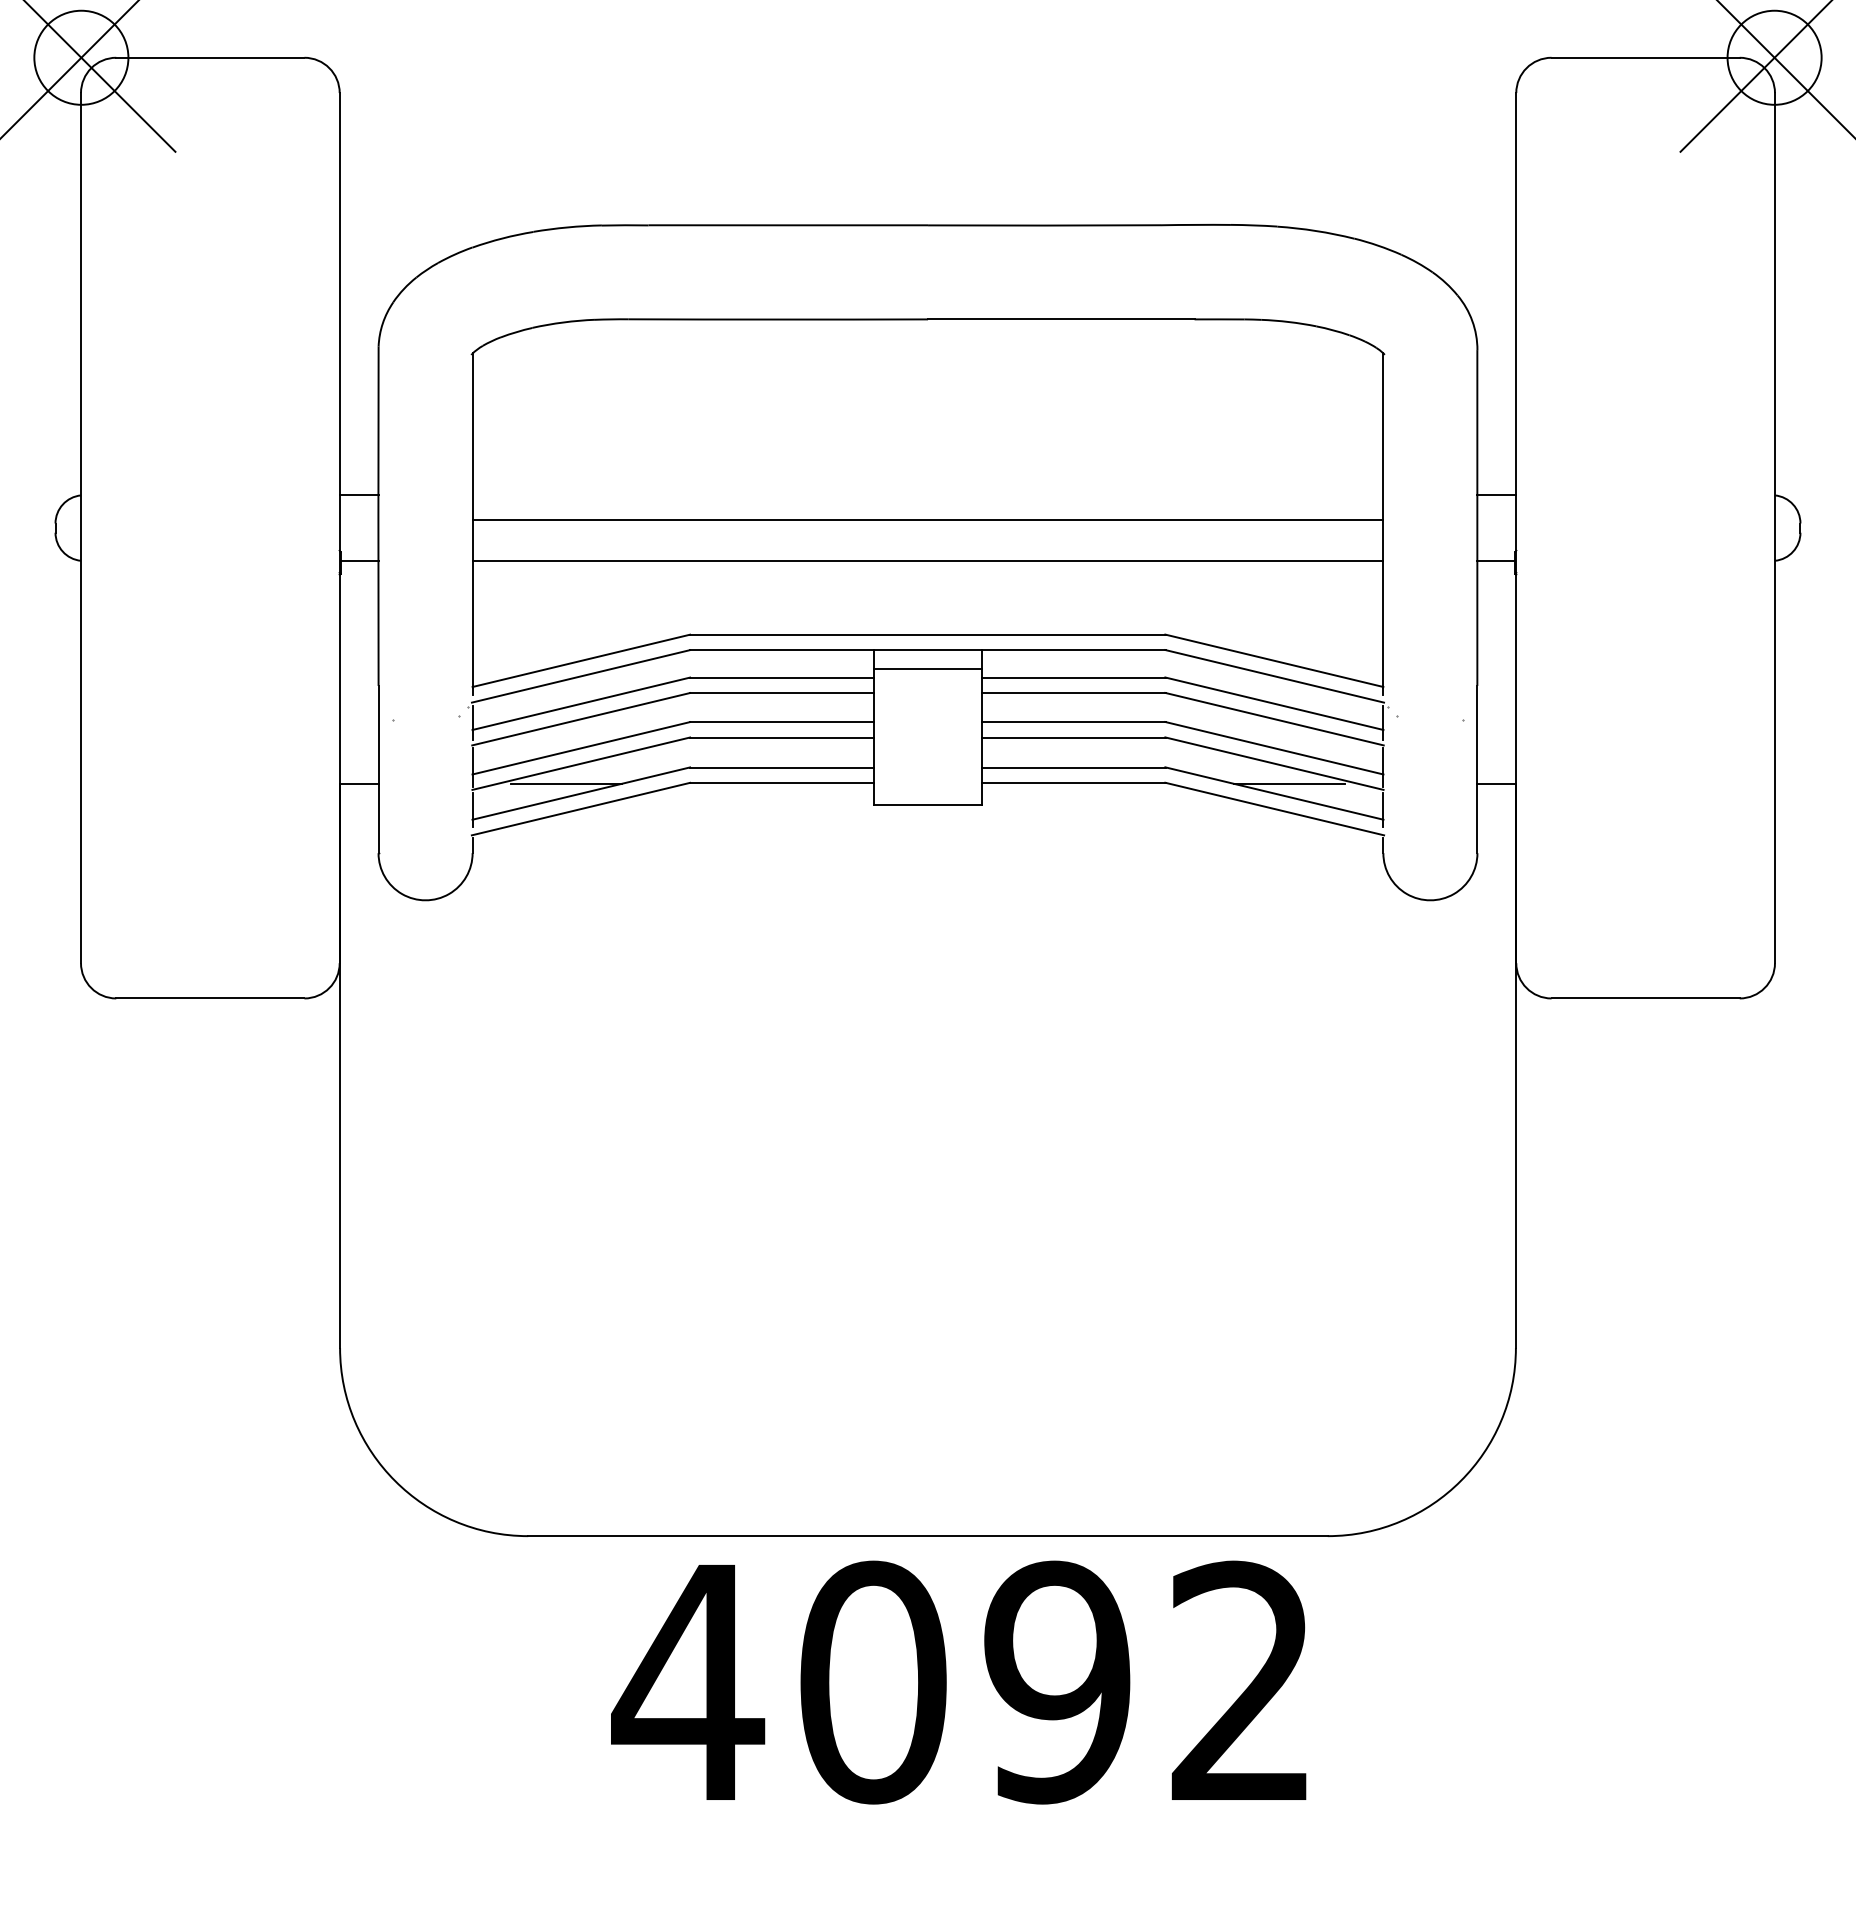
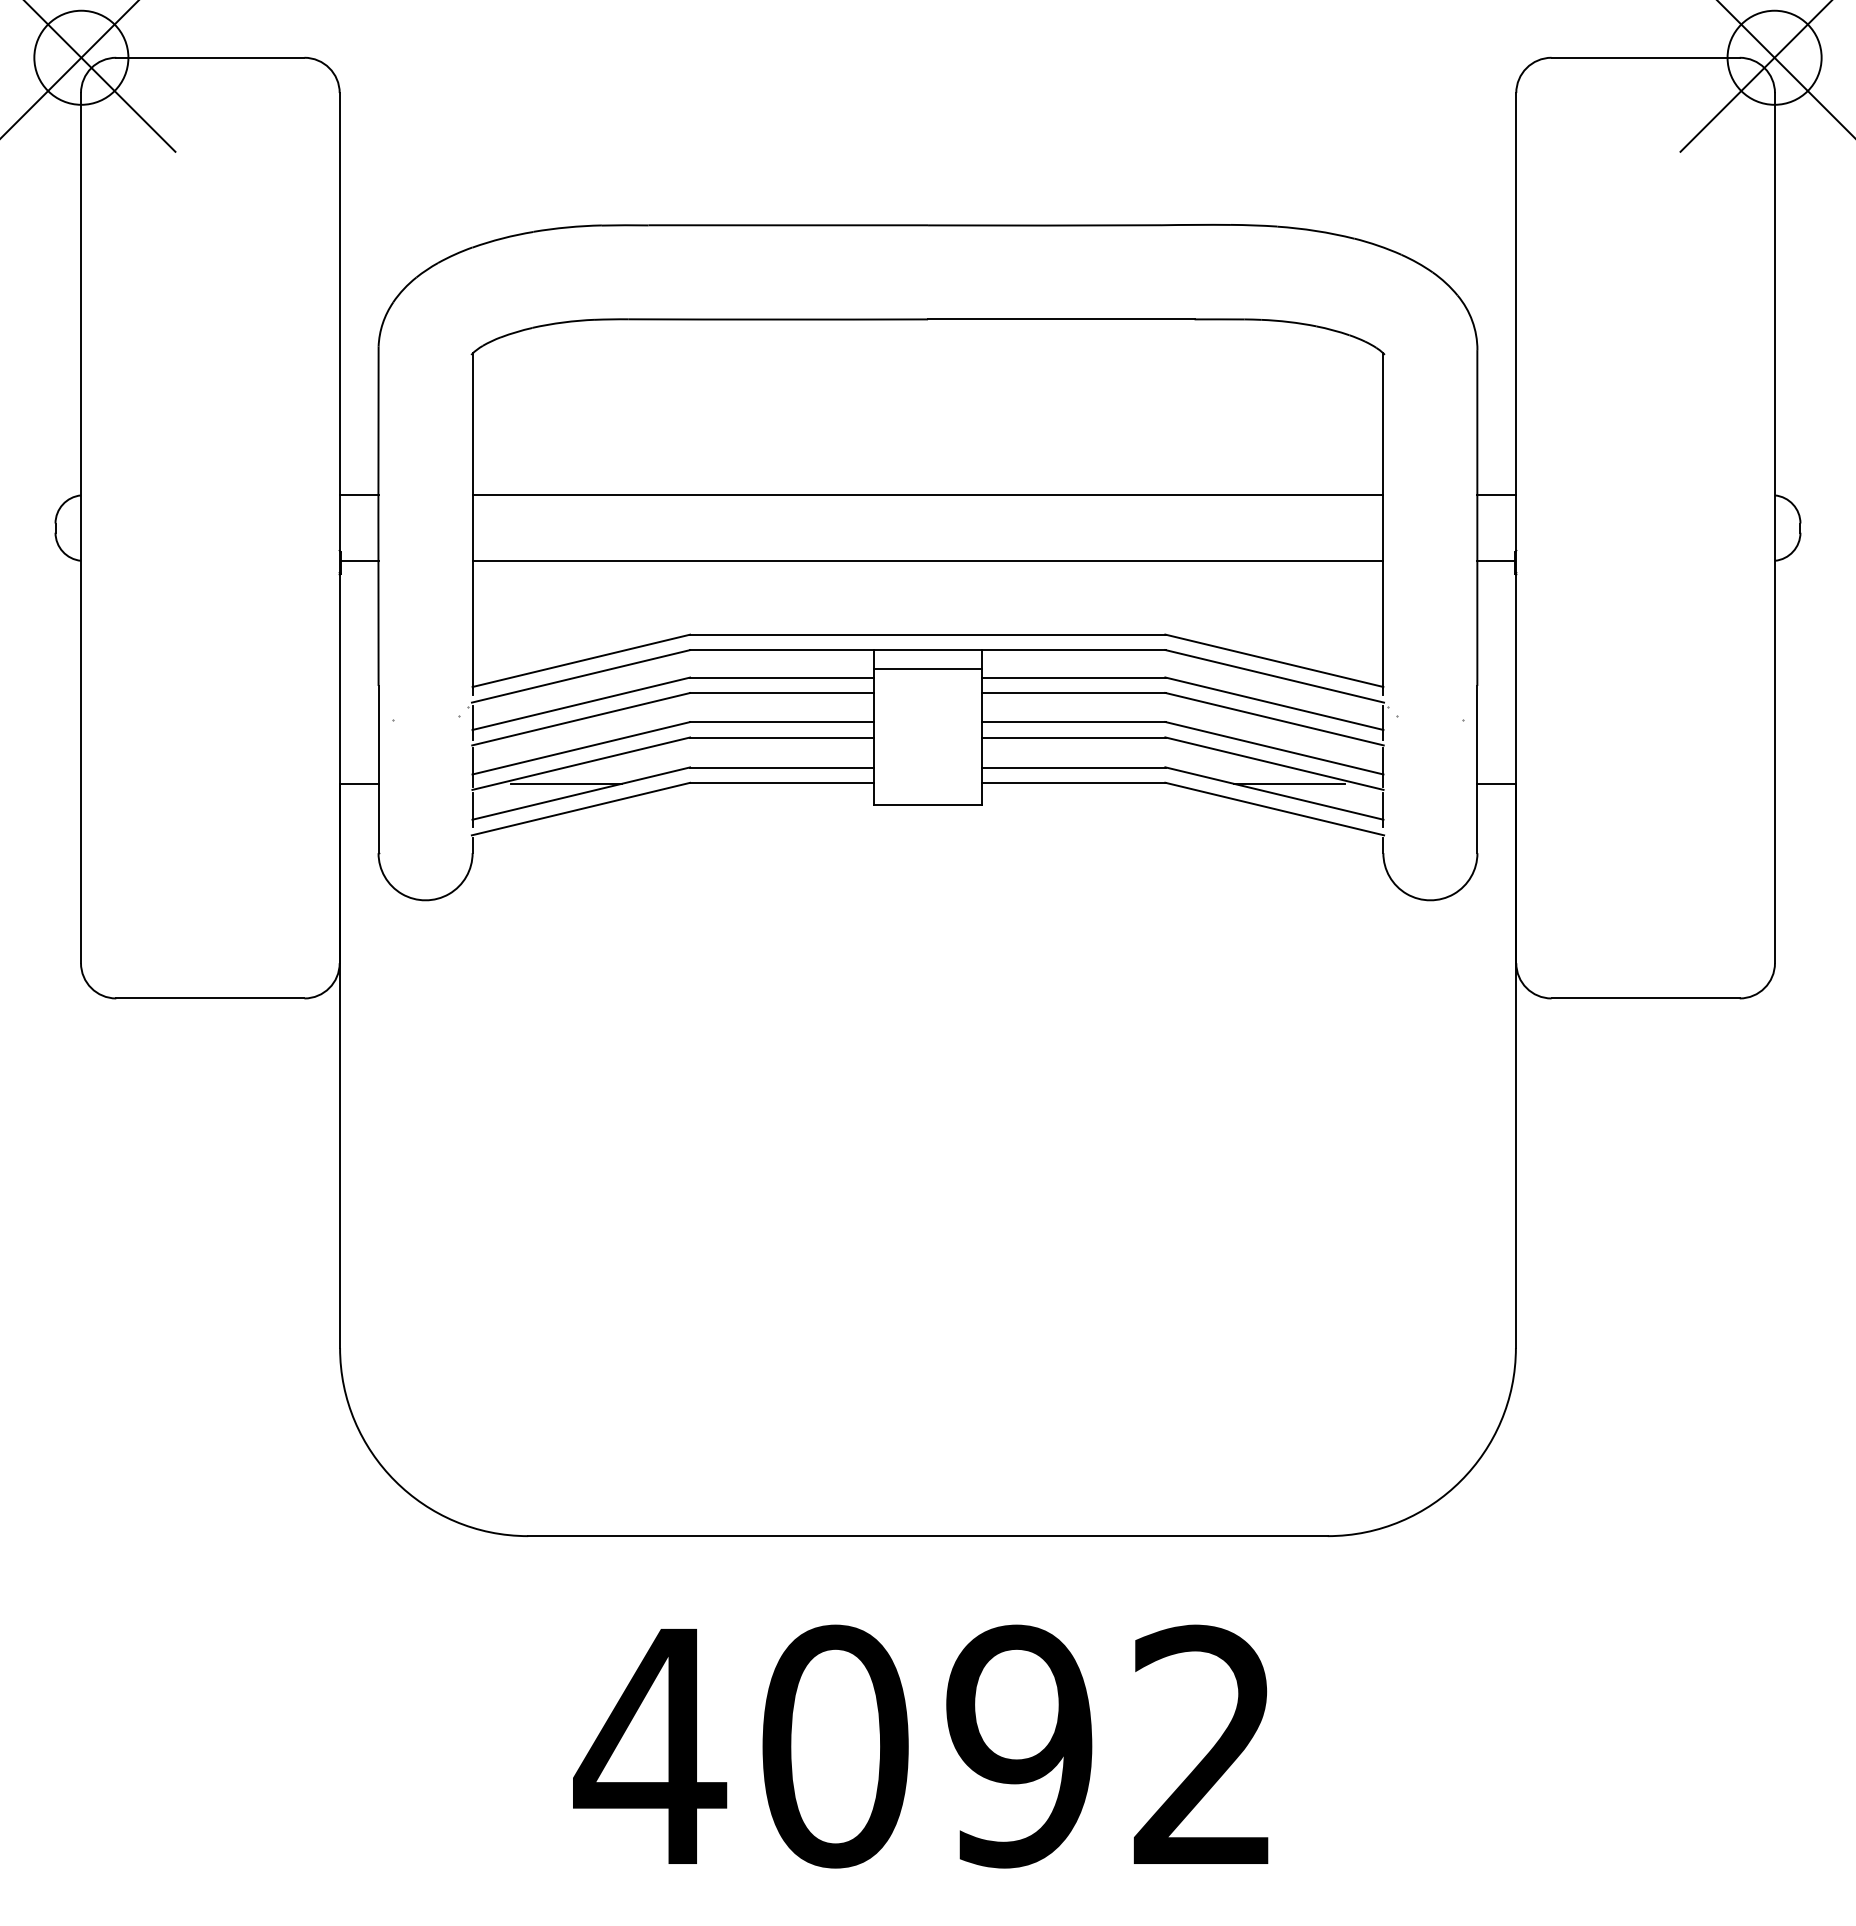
line at (927, 520) position: (927, 520) -> (927, 495)
text at (958, 1682) position: (958, 1682) -> (920, 1746)
